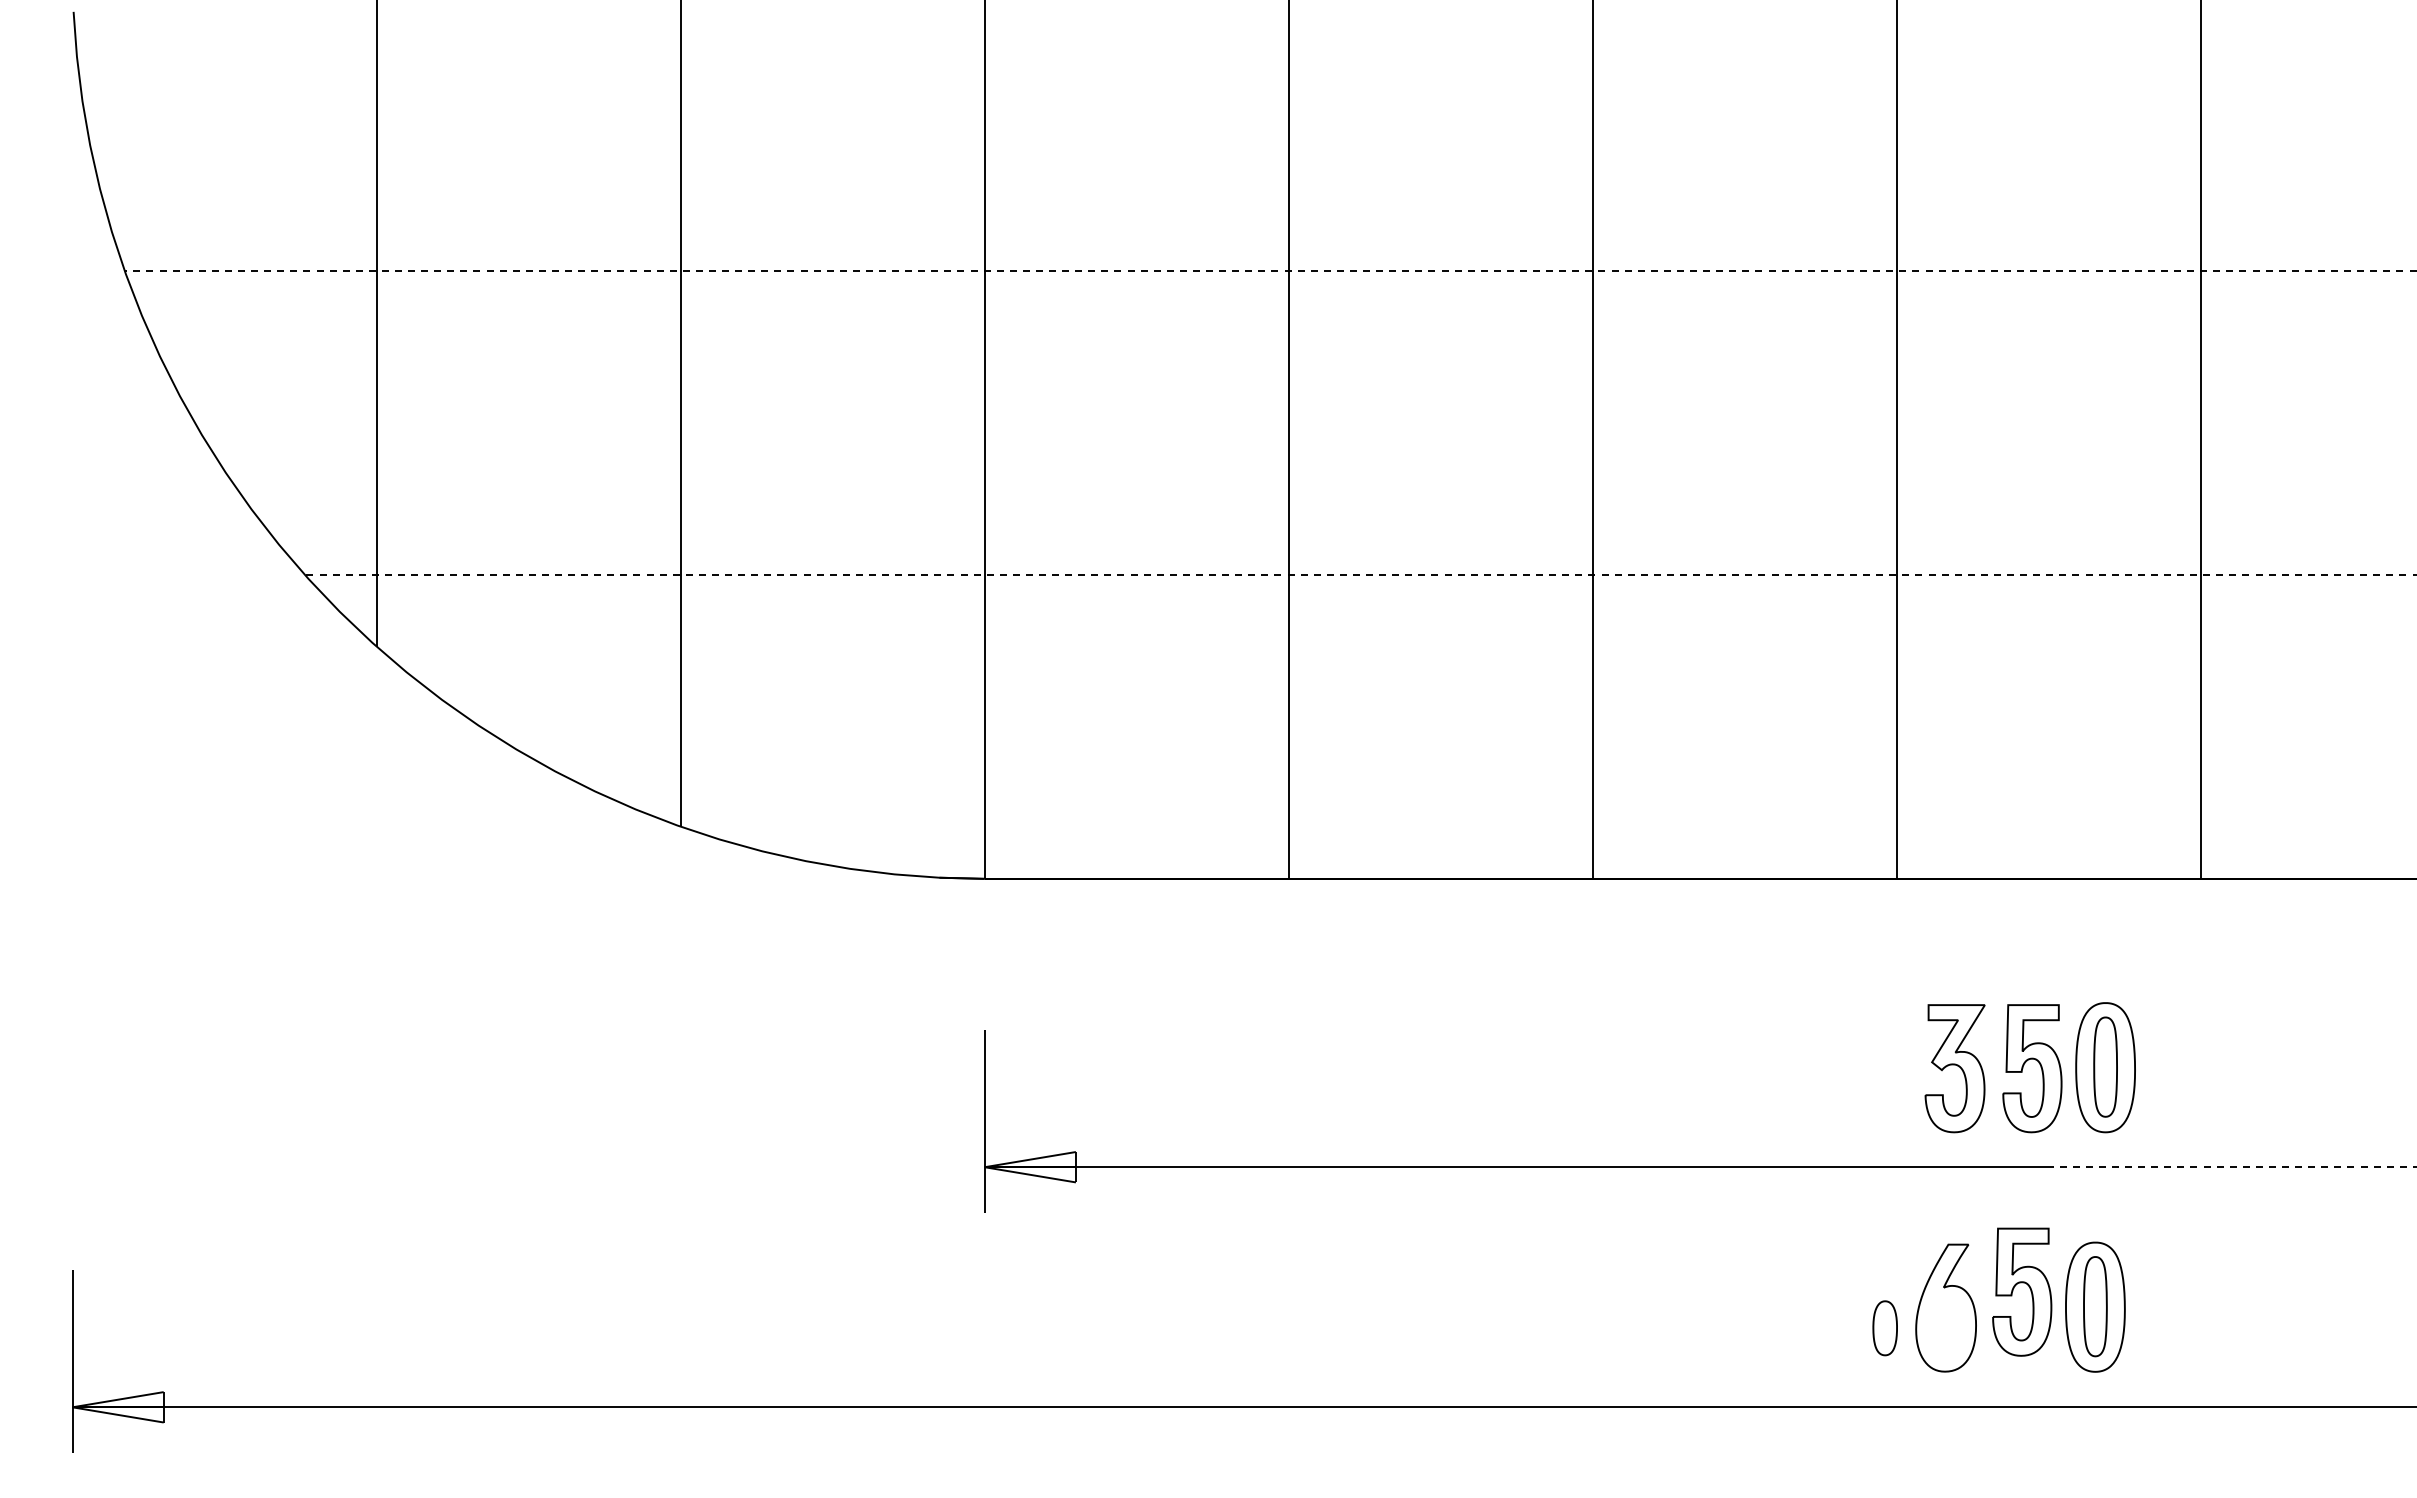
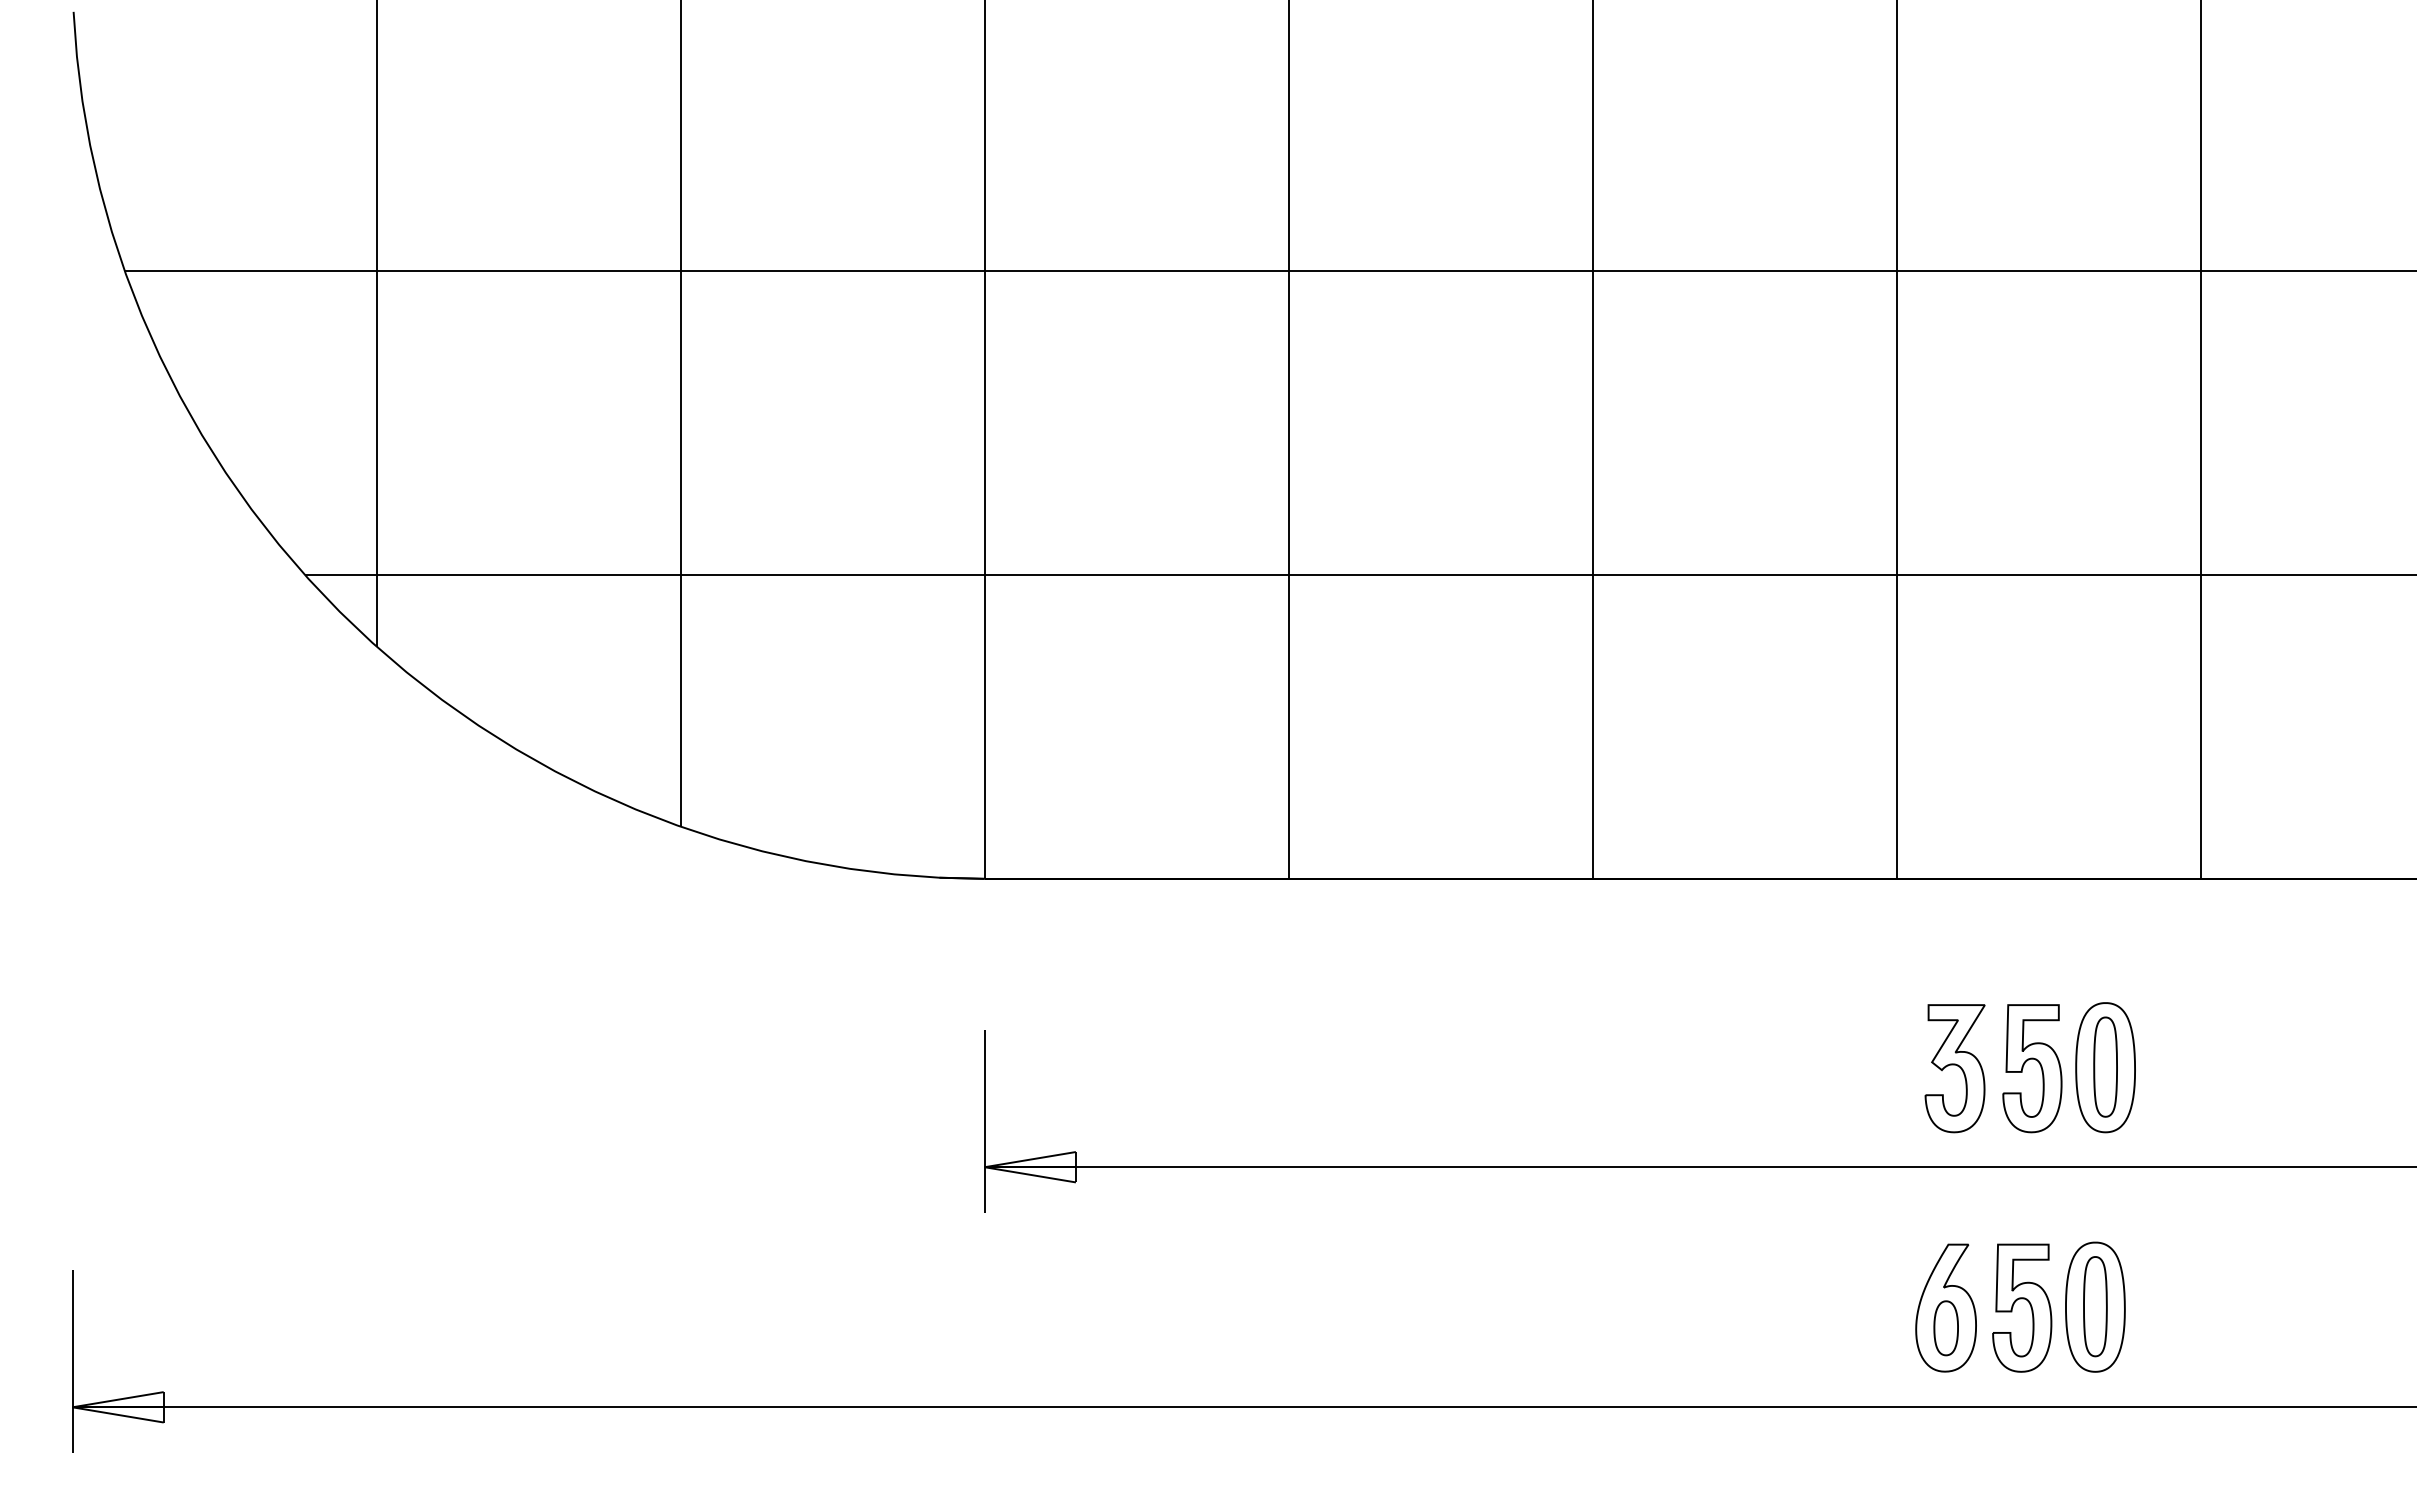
line at (1270, 270): dashed -> solid
line at (1360, 574): dashed -> solid
line at (2232, 1167): dashed -> solid
part at (2029, 1288) position: (2029, 1288) -> (2029, 1304)
part at (1884, 1328) position: (1884, 1328) -> (1945, 1328)
